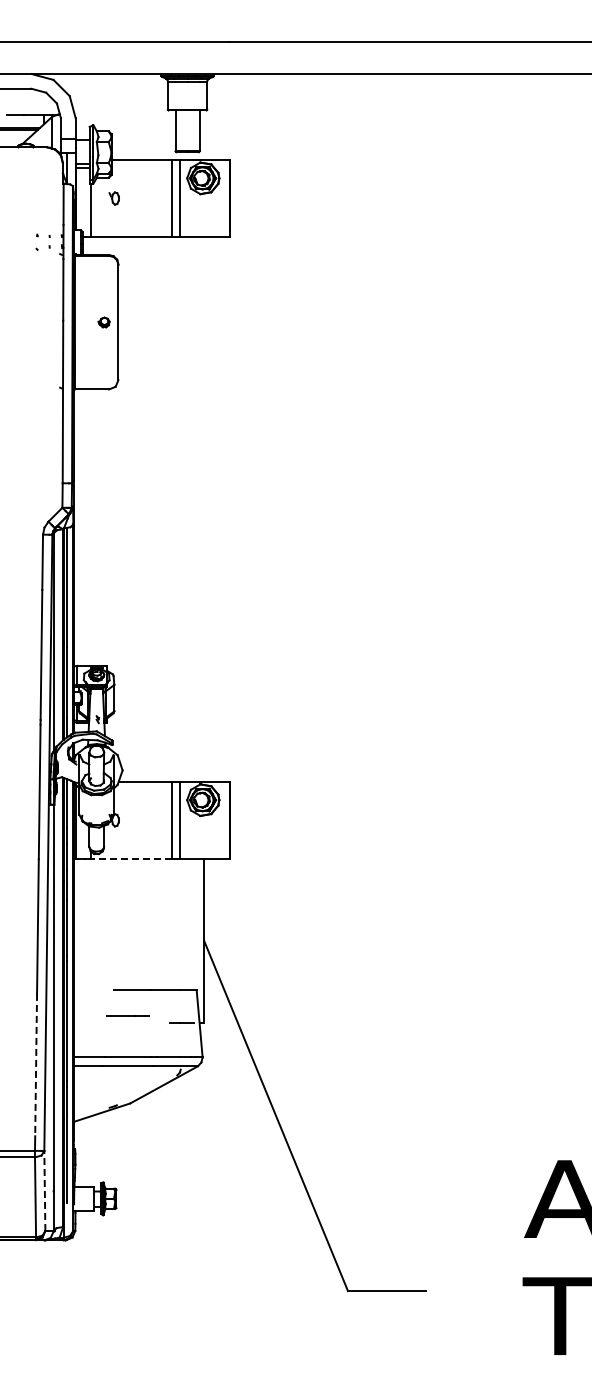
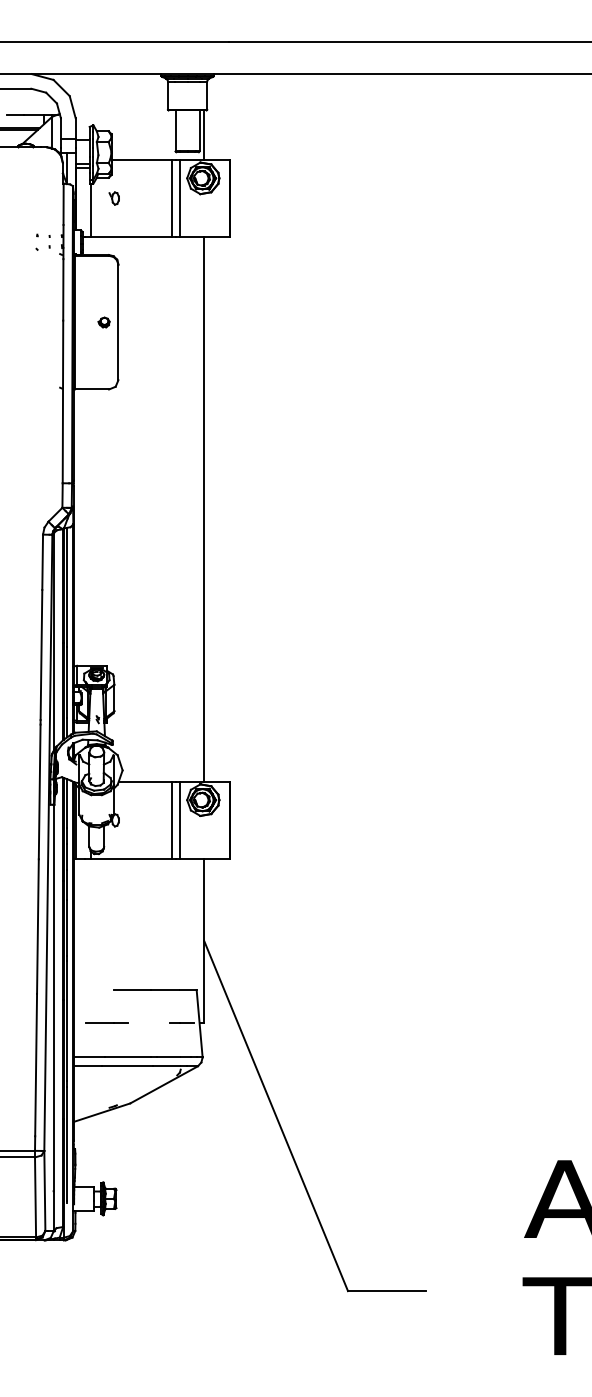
line at (204, 134): none -> present
line at (204, 509): none -> present
line at (131, 859): dashed -> solid
line at (127, 1015) position: (127, 1015) -> (106, 1022)
line at (36, 1065): dashed -> solid
line at (44, 1190): dashed -> solid
